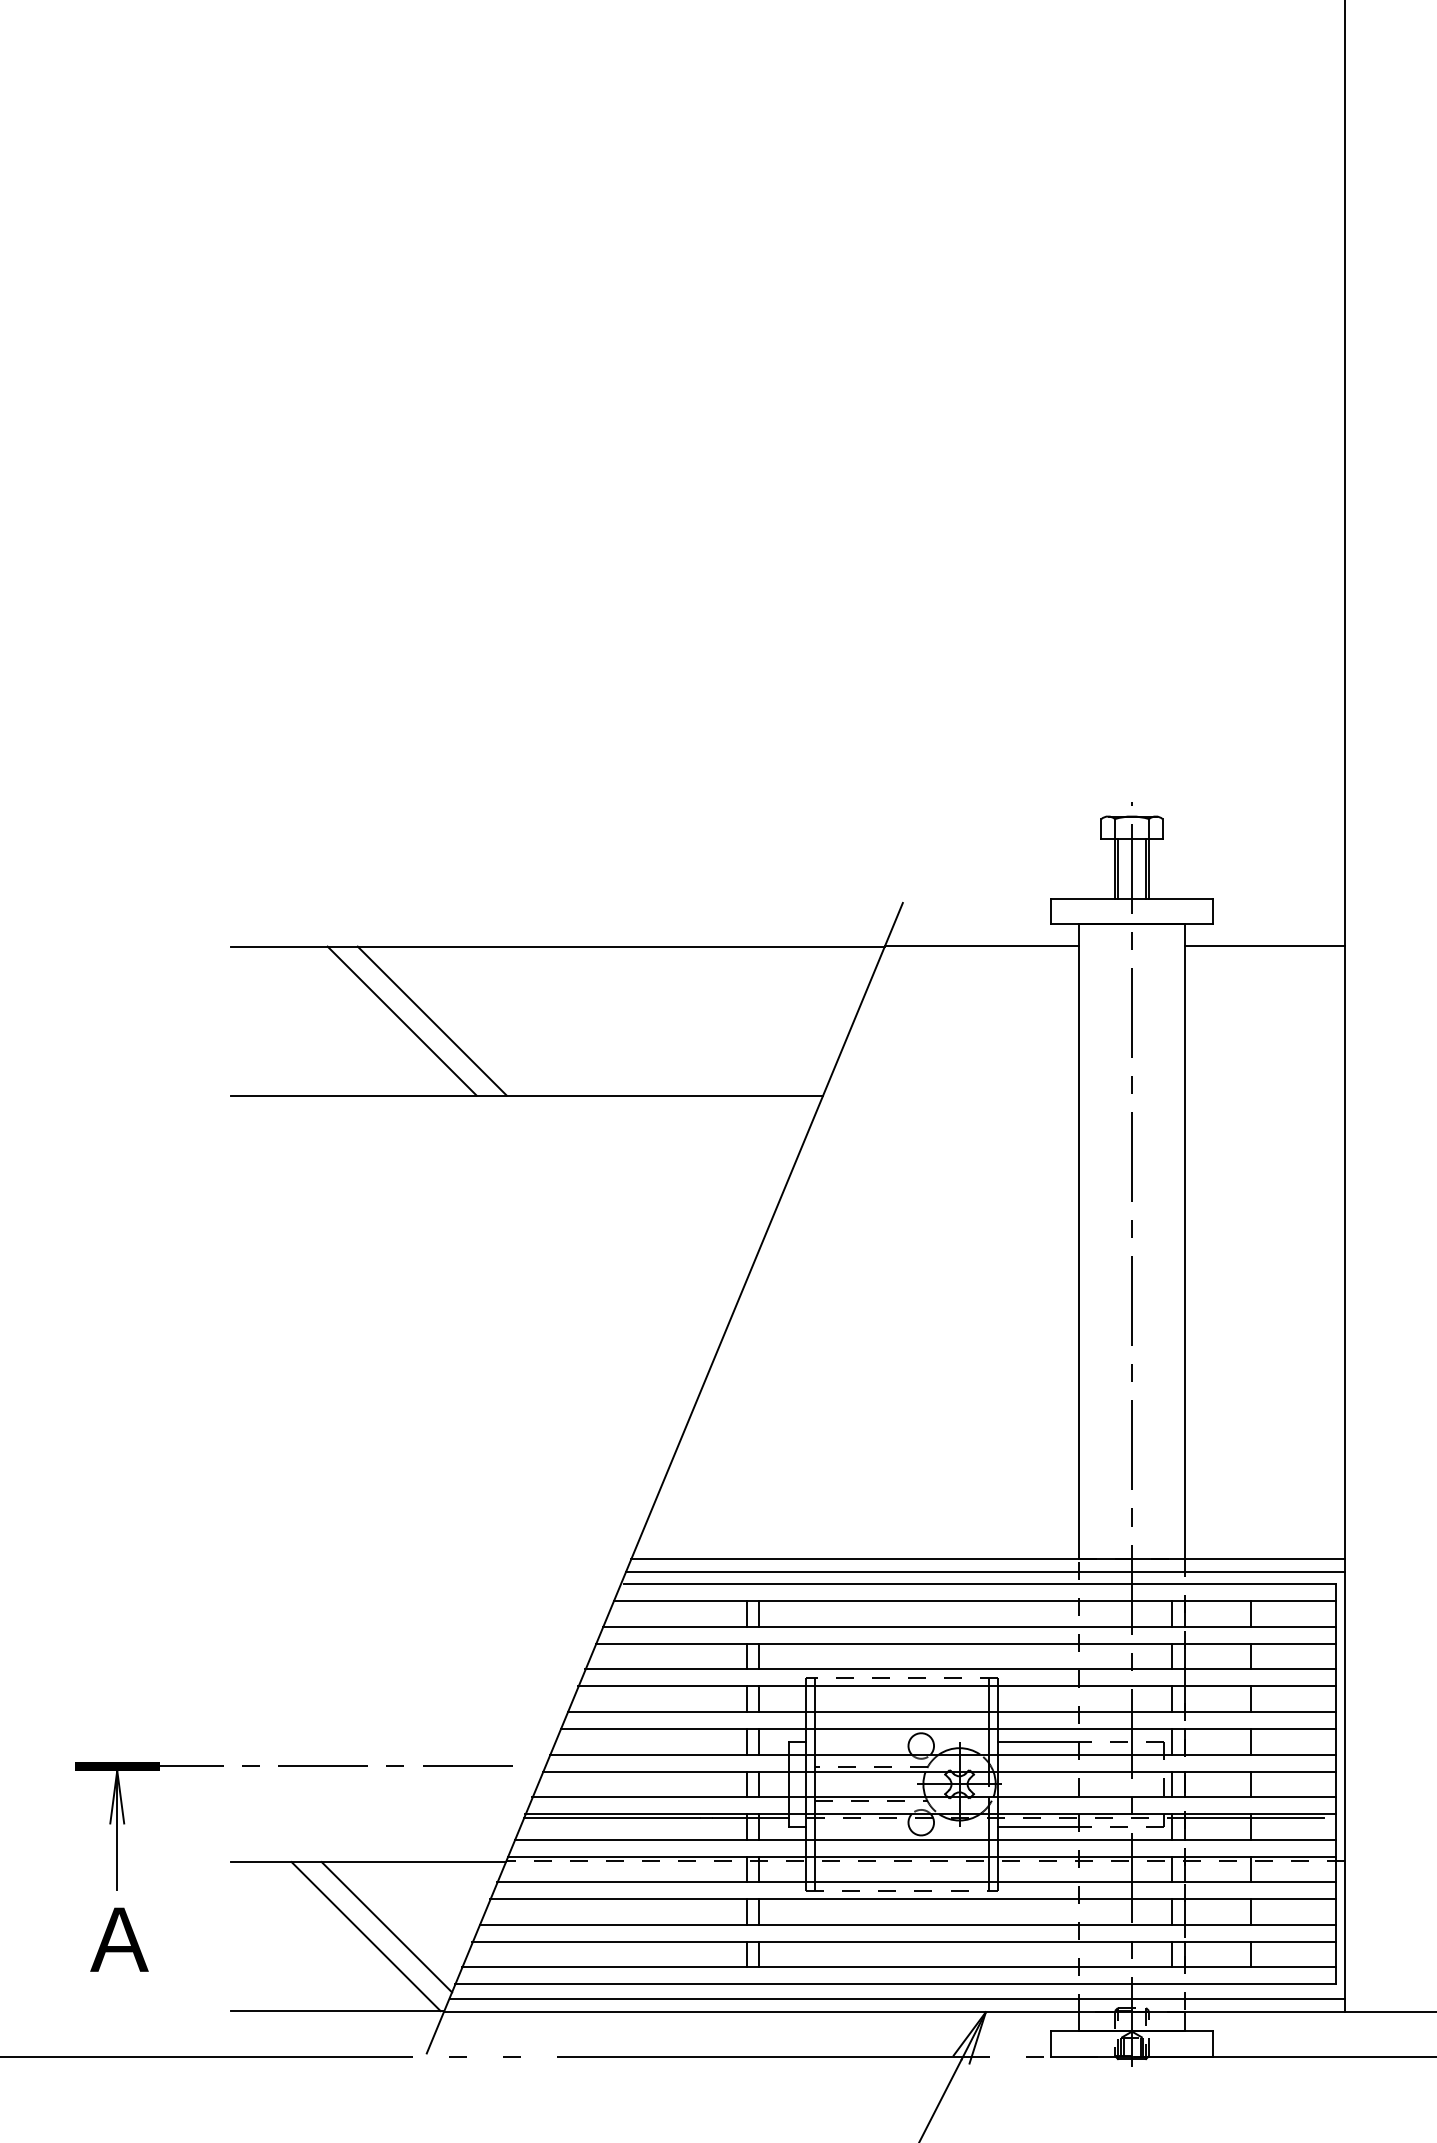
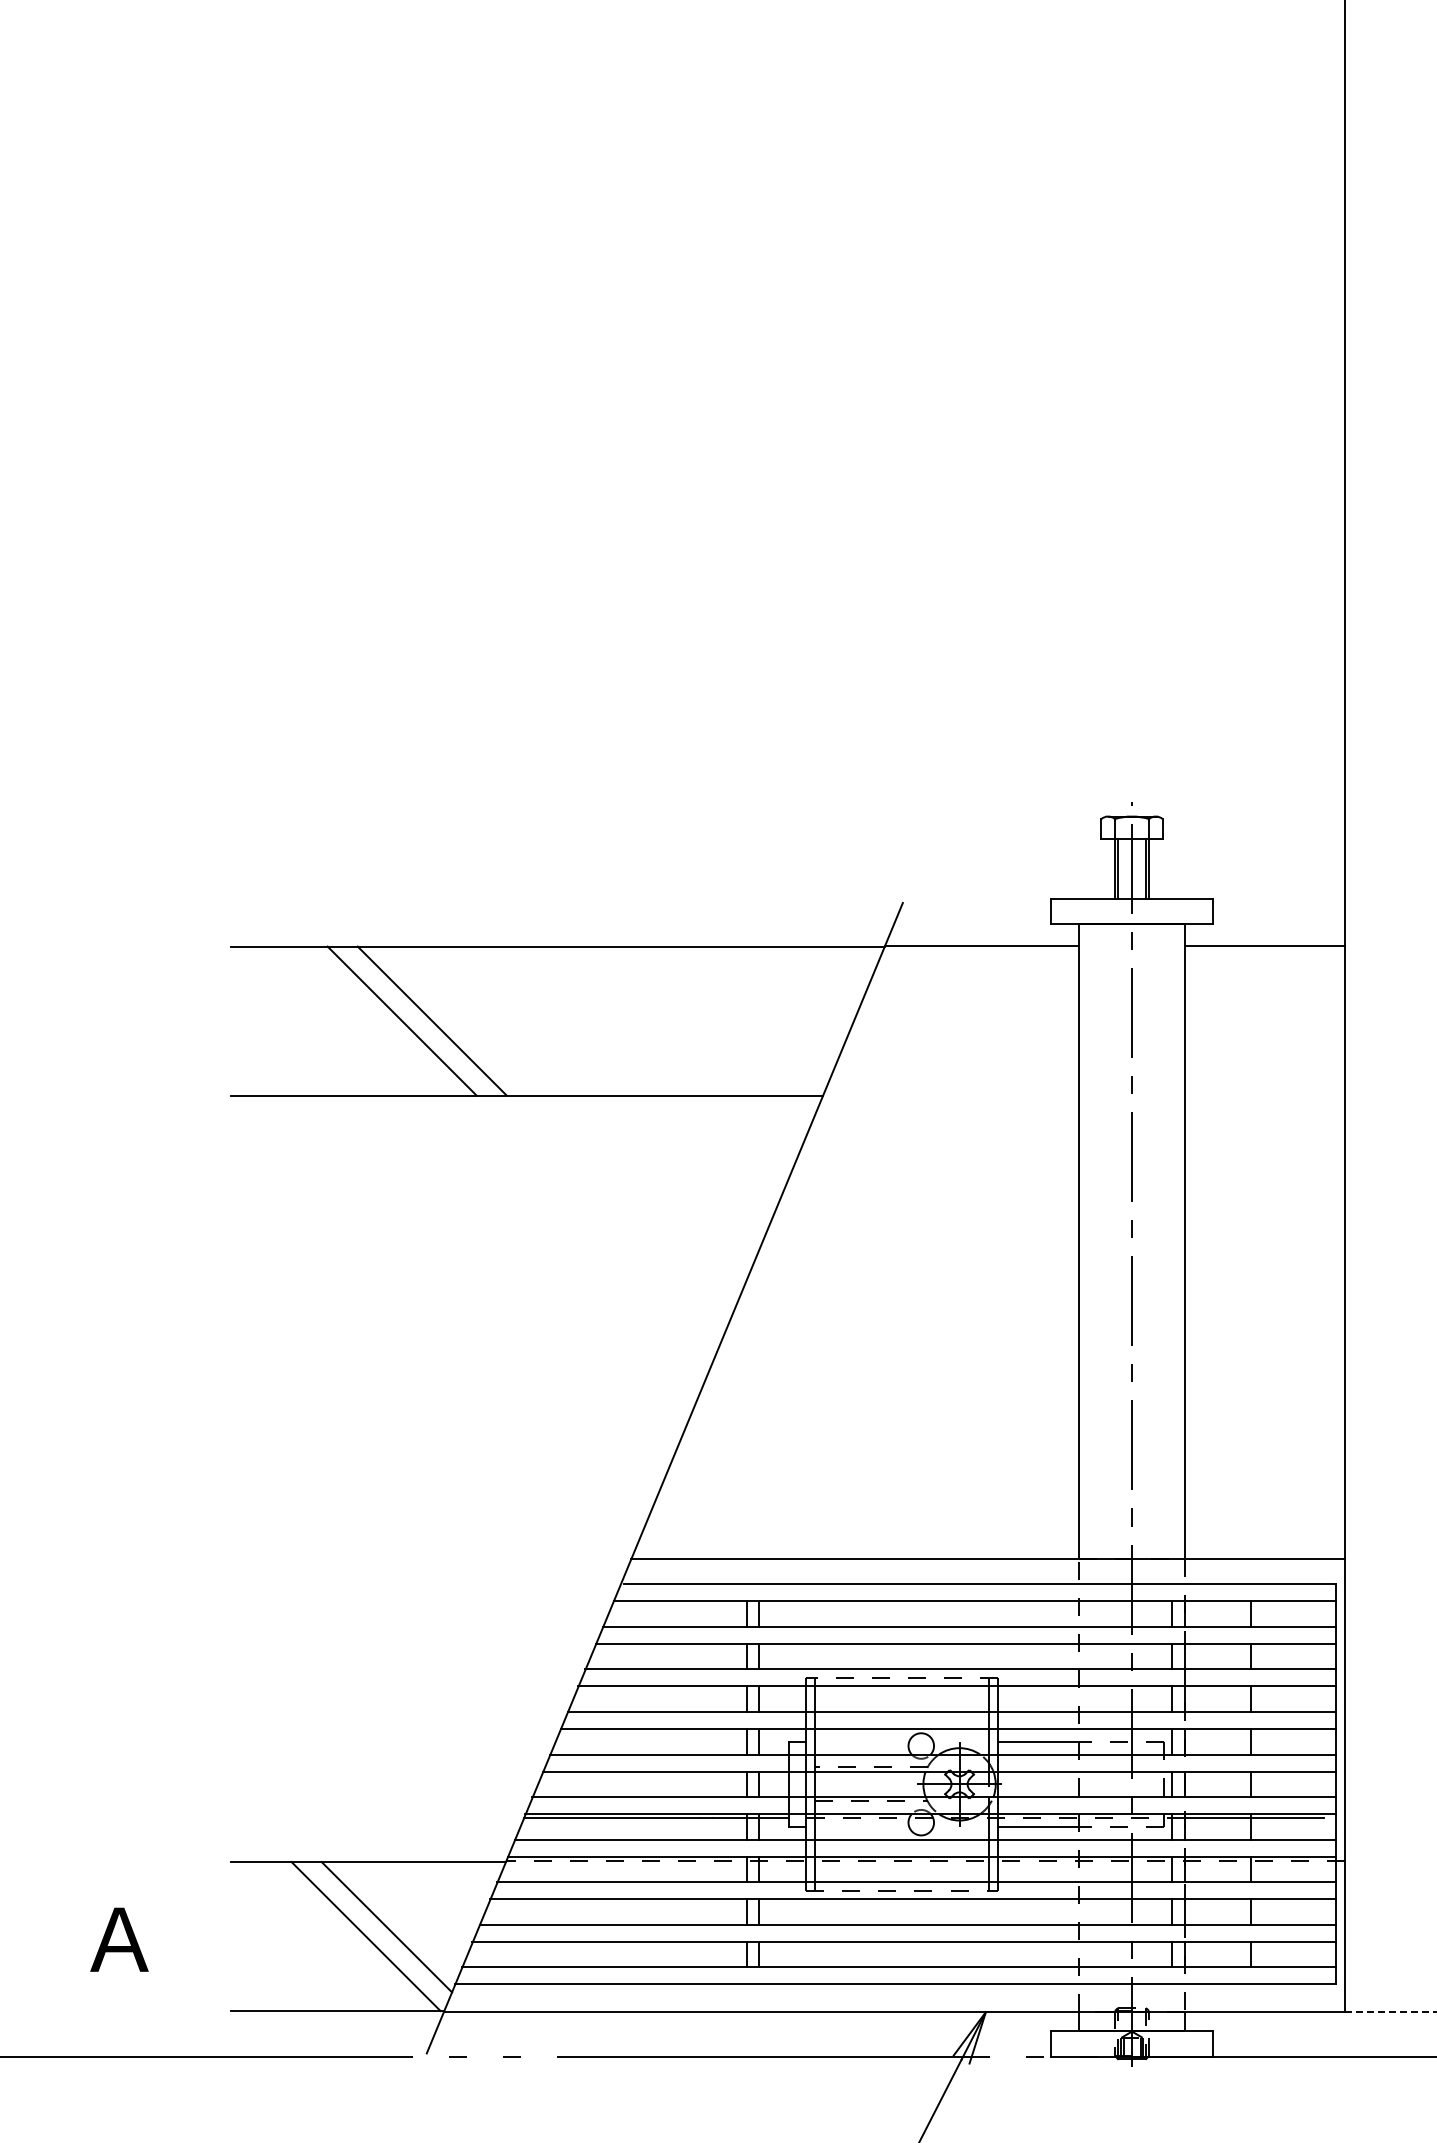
line at (984, 1571): present -> none
part at (293, 1766): present -> none
line at (896, 1999): present -> none
line at (1390, 2012): solid -> dashed
